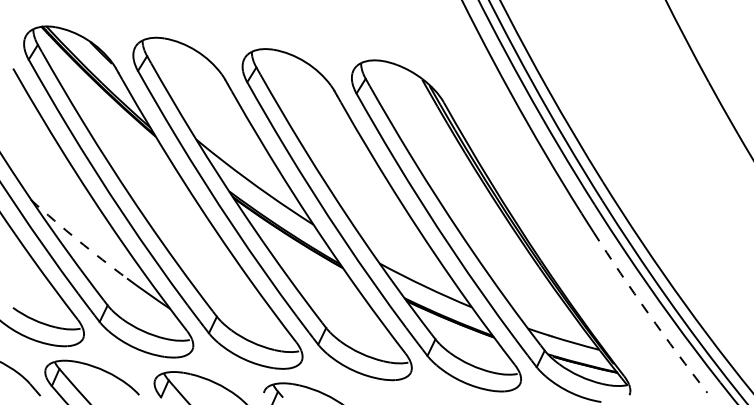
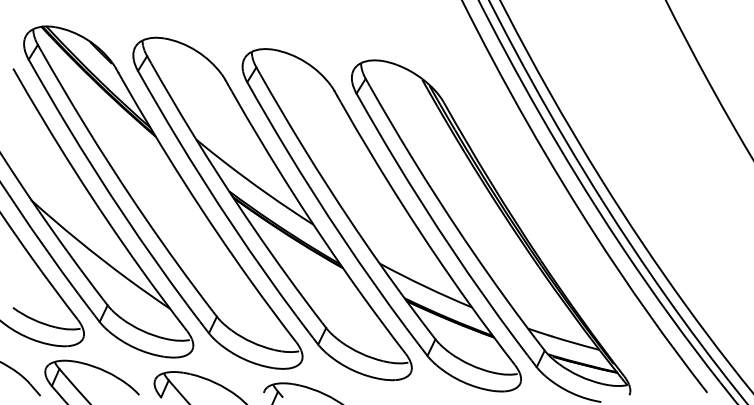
arc at (78, 240): dashed -> solid
arc at (648, 313): dashed -> solid
